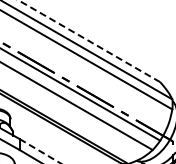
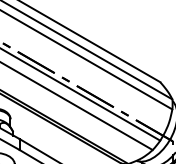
line at (89, 41): dashed -> solid
line at (41, 151): dashed -> solid
